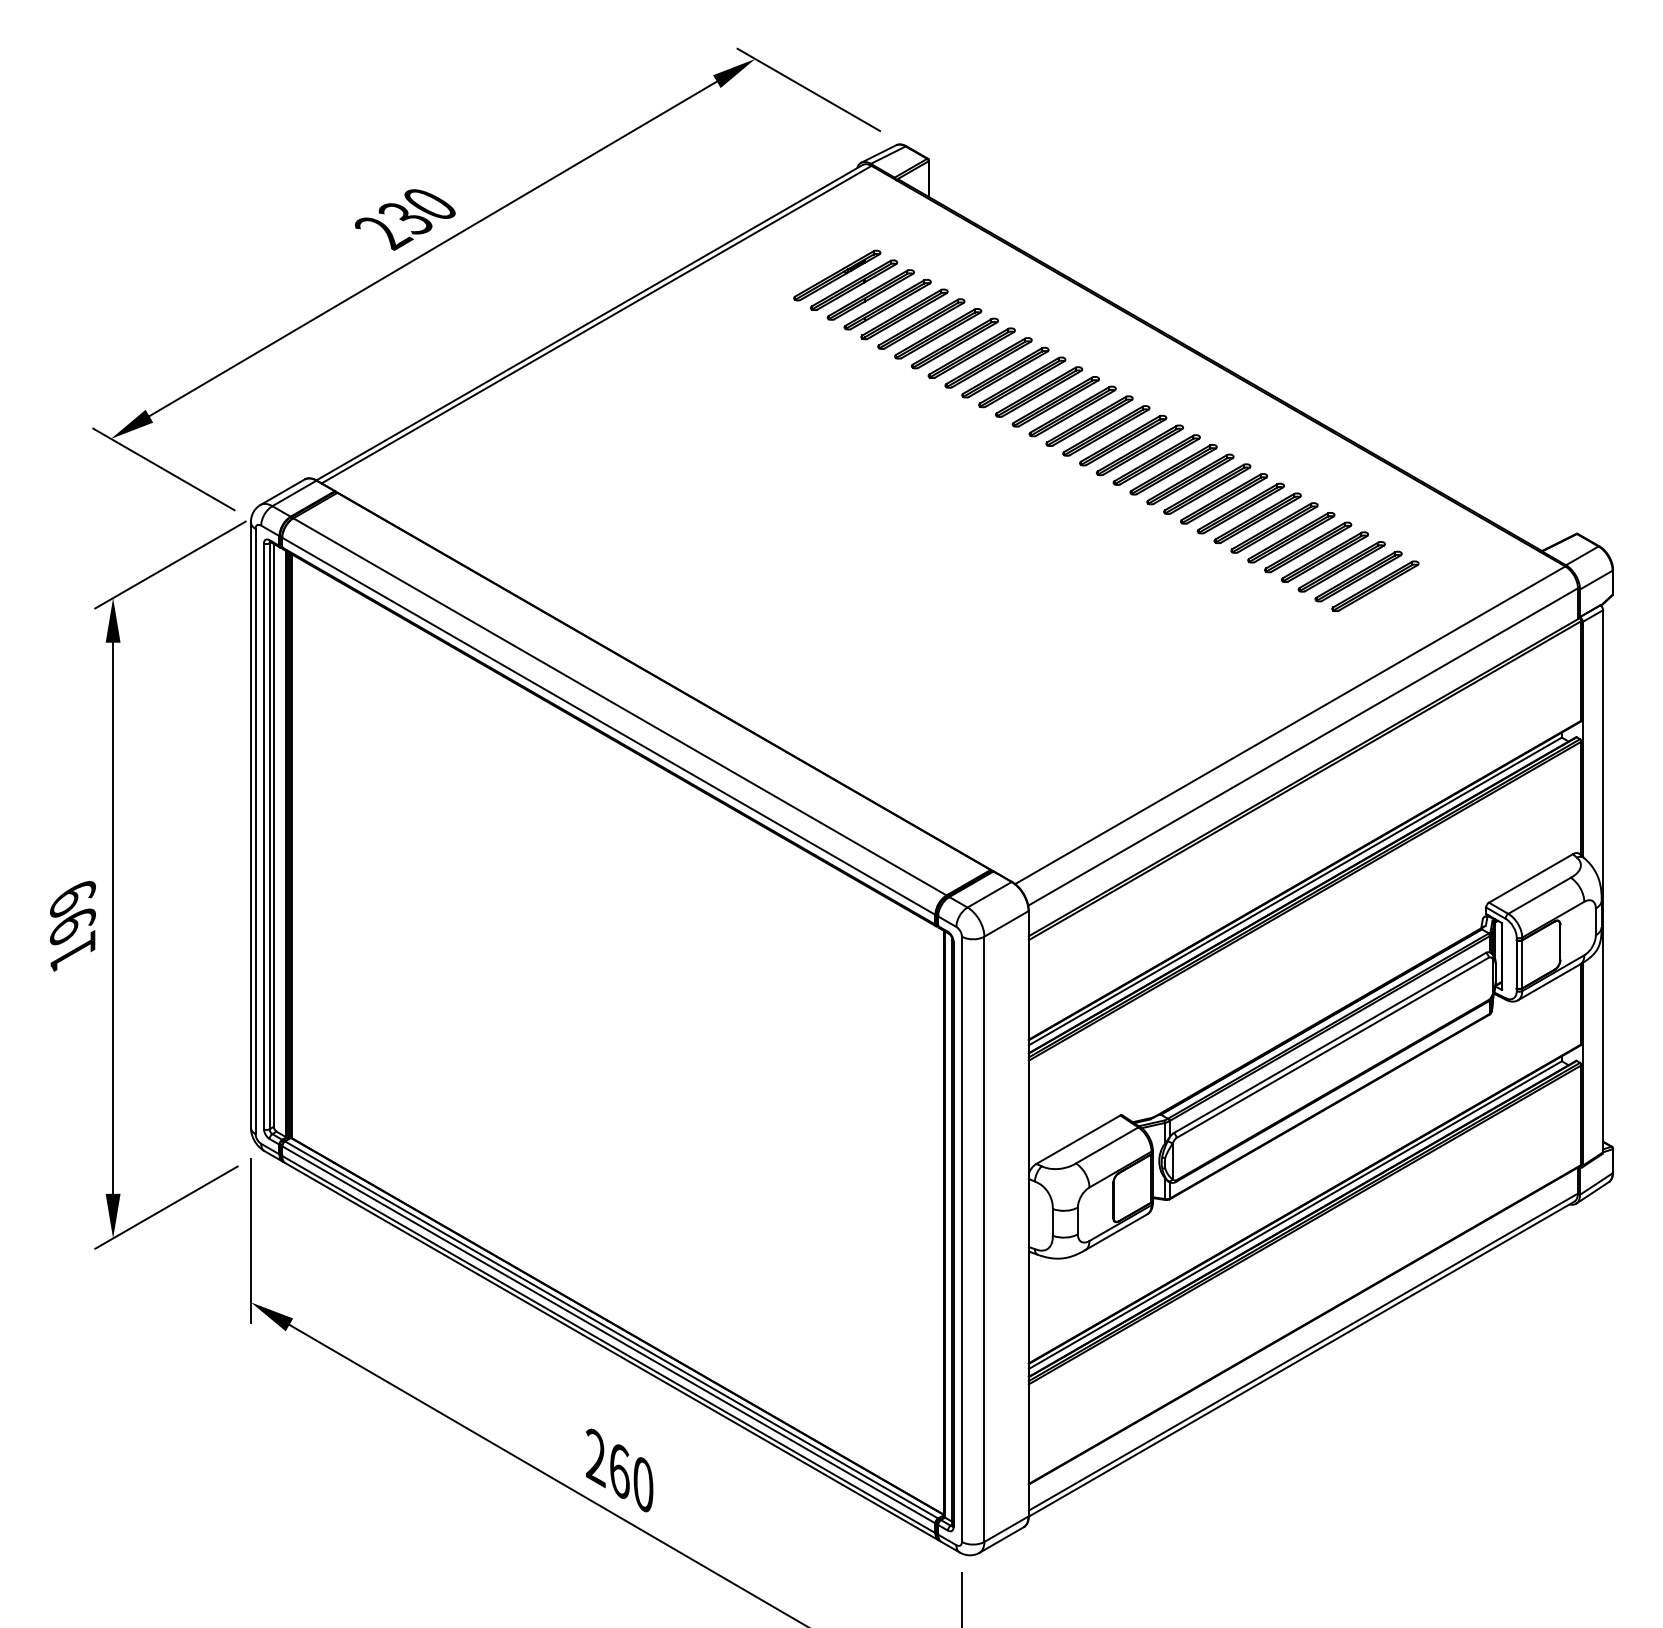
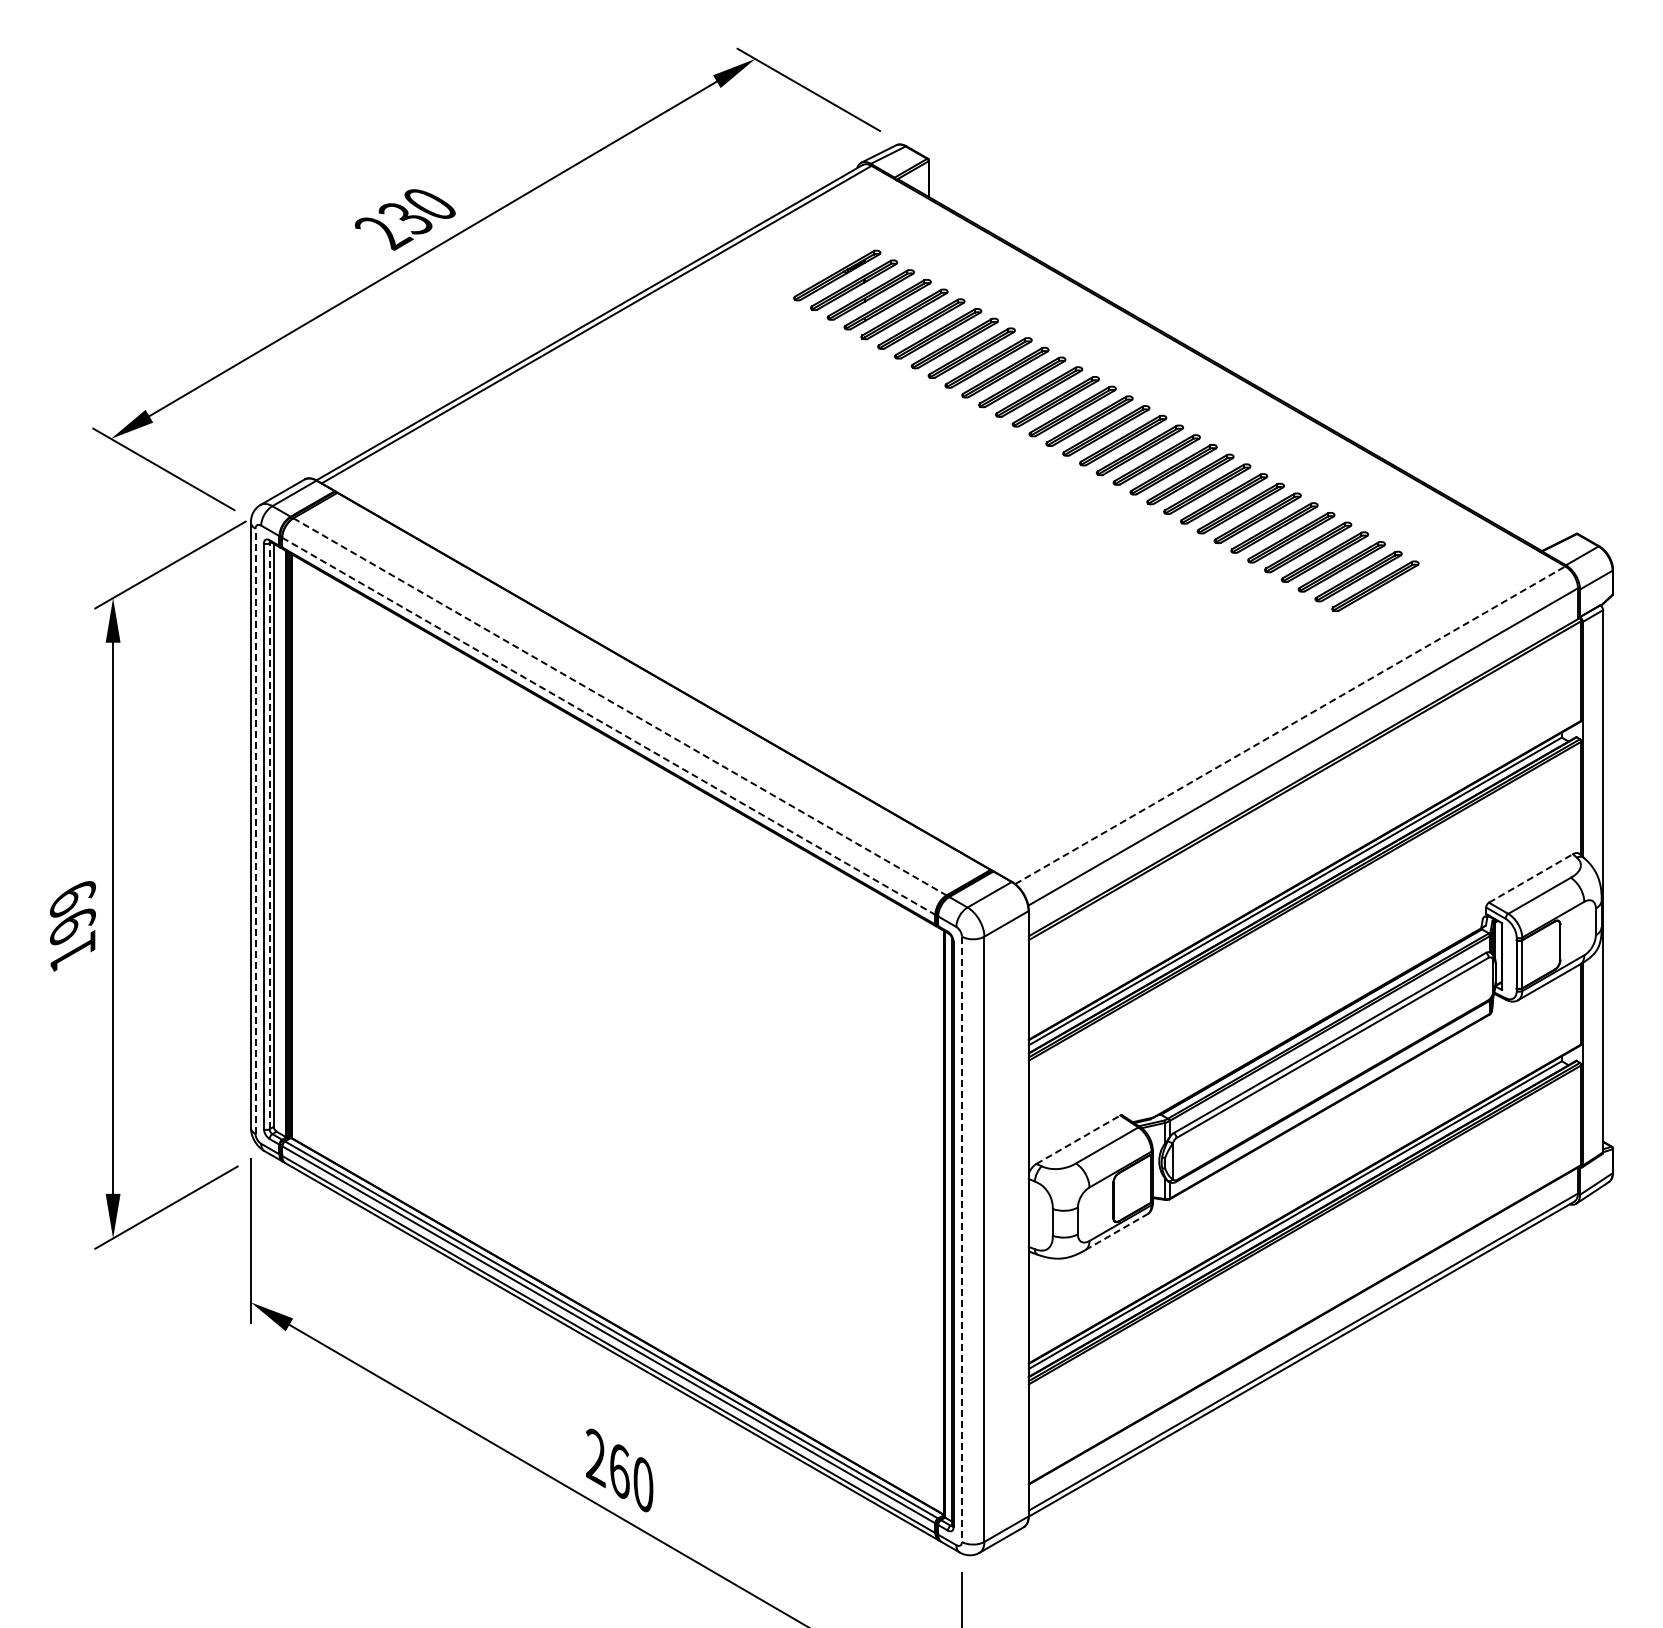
line at (620, 707): solid -> dashed
line at (1290, 725): solid -> dashed
line at (609, 726): solid -> dashed
line at (255, 831): solid -> dashed
line at (269, 836): solid -> dashed
line at (1531, 878): solid -> dashed
line at (1078, 1139): solid -> dashed
line at (1116, 1232): solid -> dashed
line at (961, 1239): solid -> dashed
